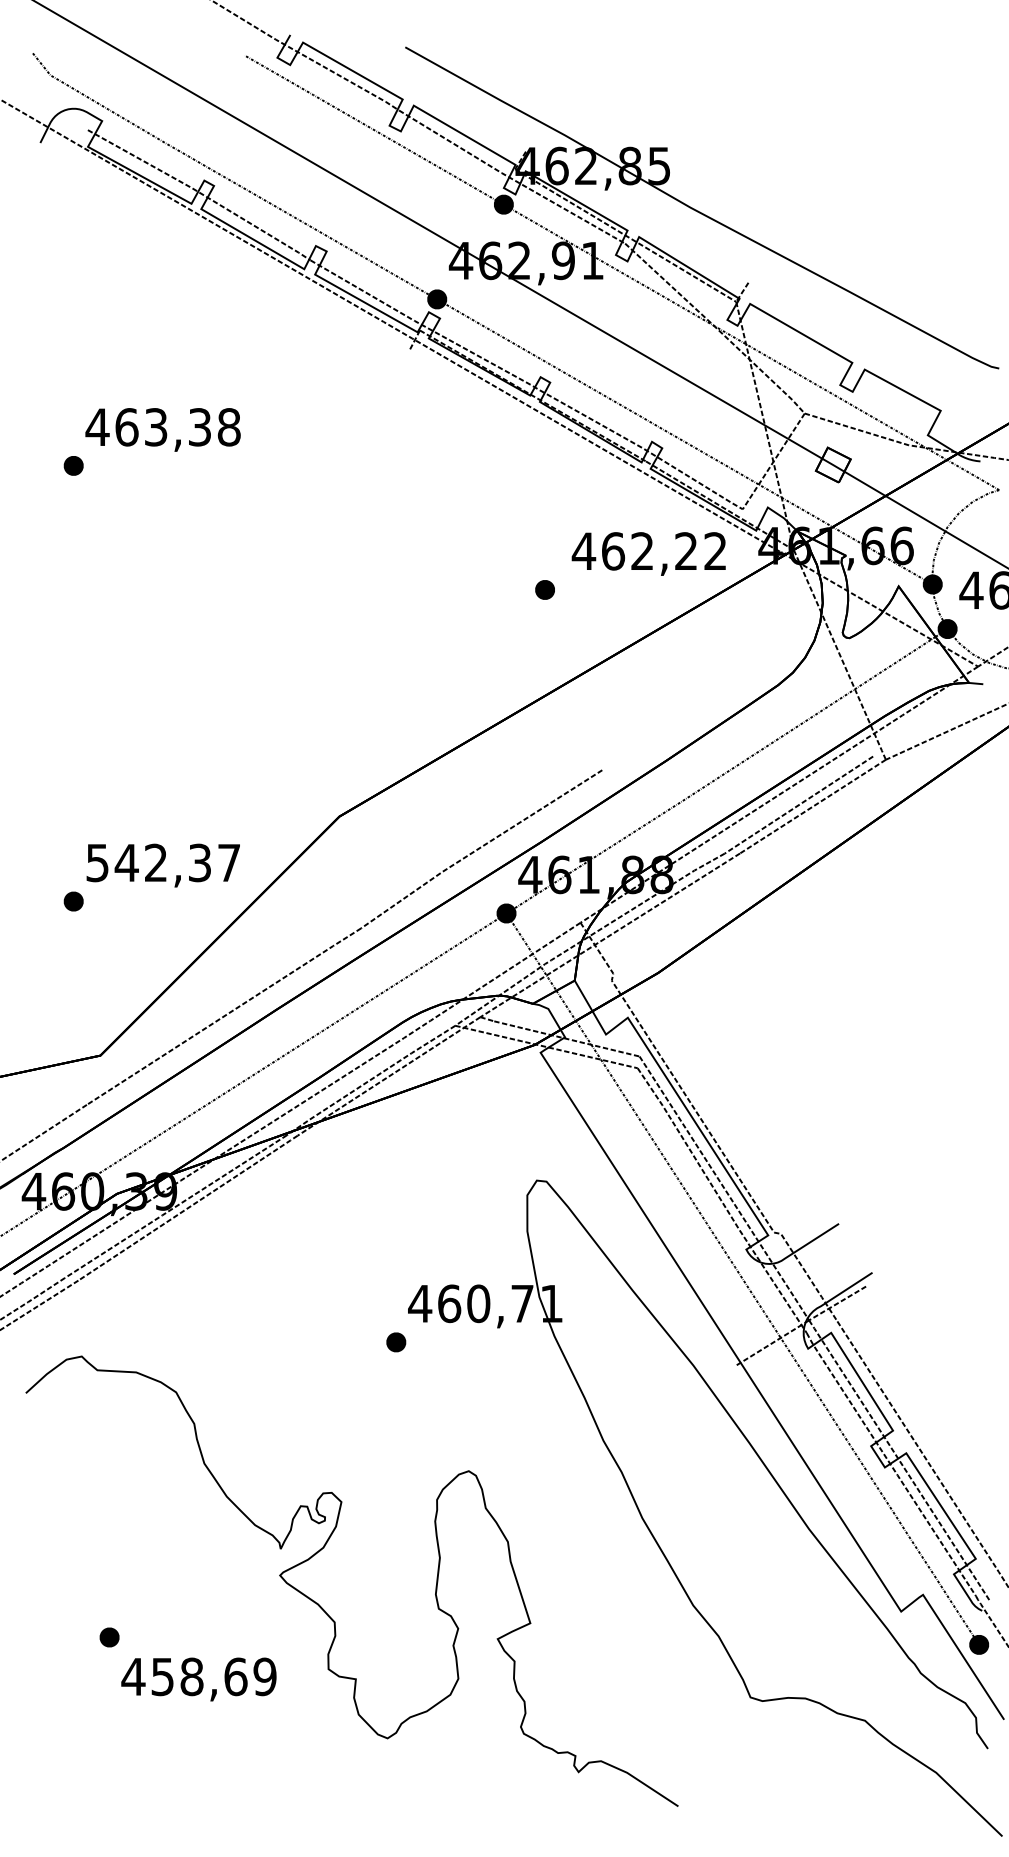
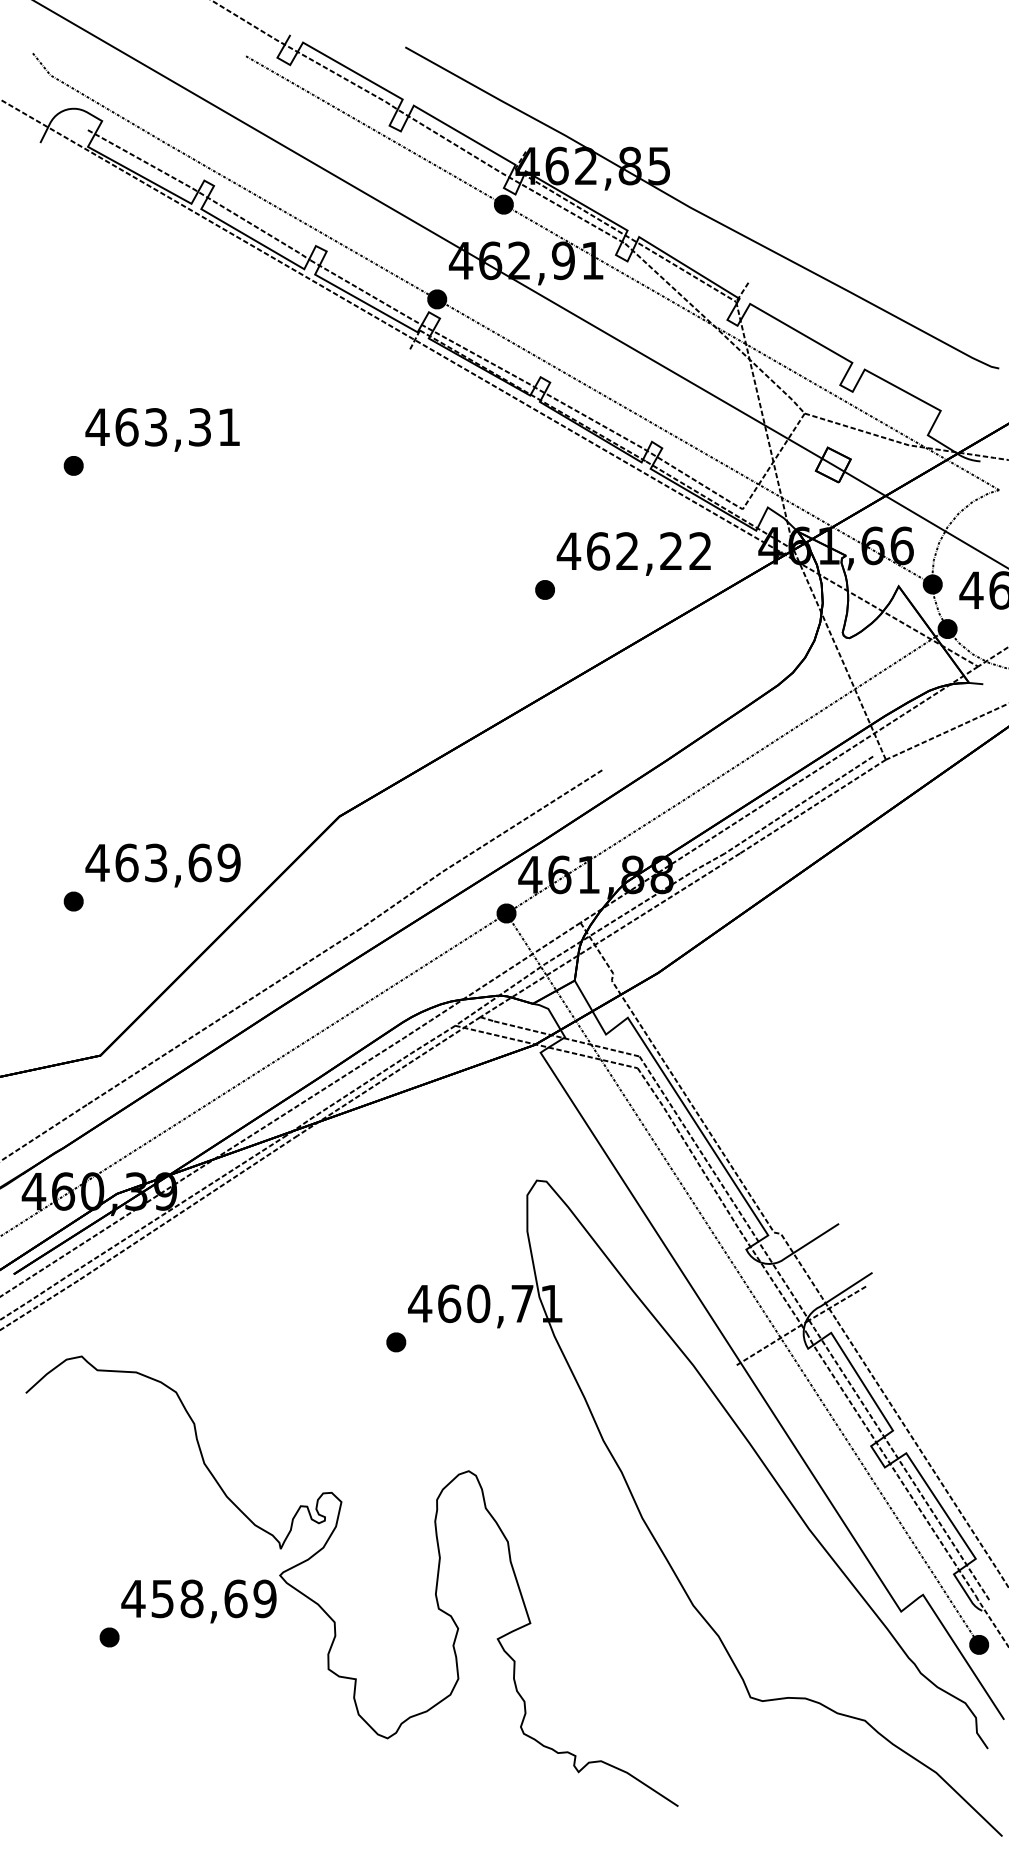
text at (228, 427): 463,38 -> 463,31
text at (648, 553) position: (648, 553) -> (633, 553)
text at (162, 862): 542,37 -> 463,69
text at (198, 1679) position: (198, 1679) -> (198, 1601)
